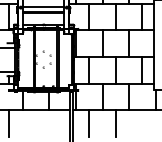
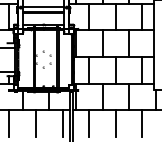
line at (36, 123): none -> present
line at (62, 123): none -> present
line at (142, 123): none -> present
